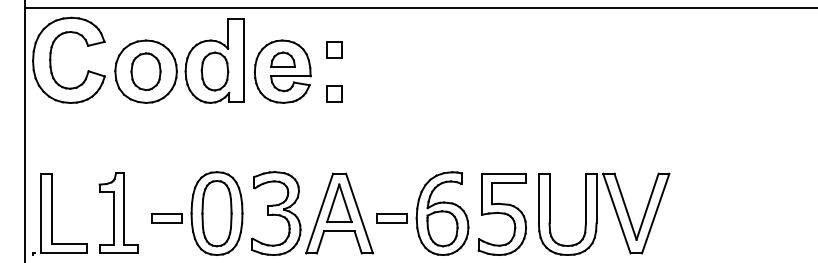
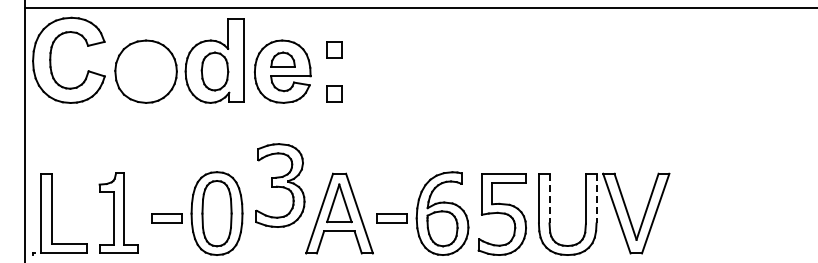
part at (145, 71): present -> none
line at (549, 198): solid -> dashed
line at (596, 198): solid -> dashed
part at (276, 213) position: (276, 213) -> (280, 185)
